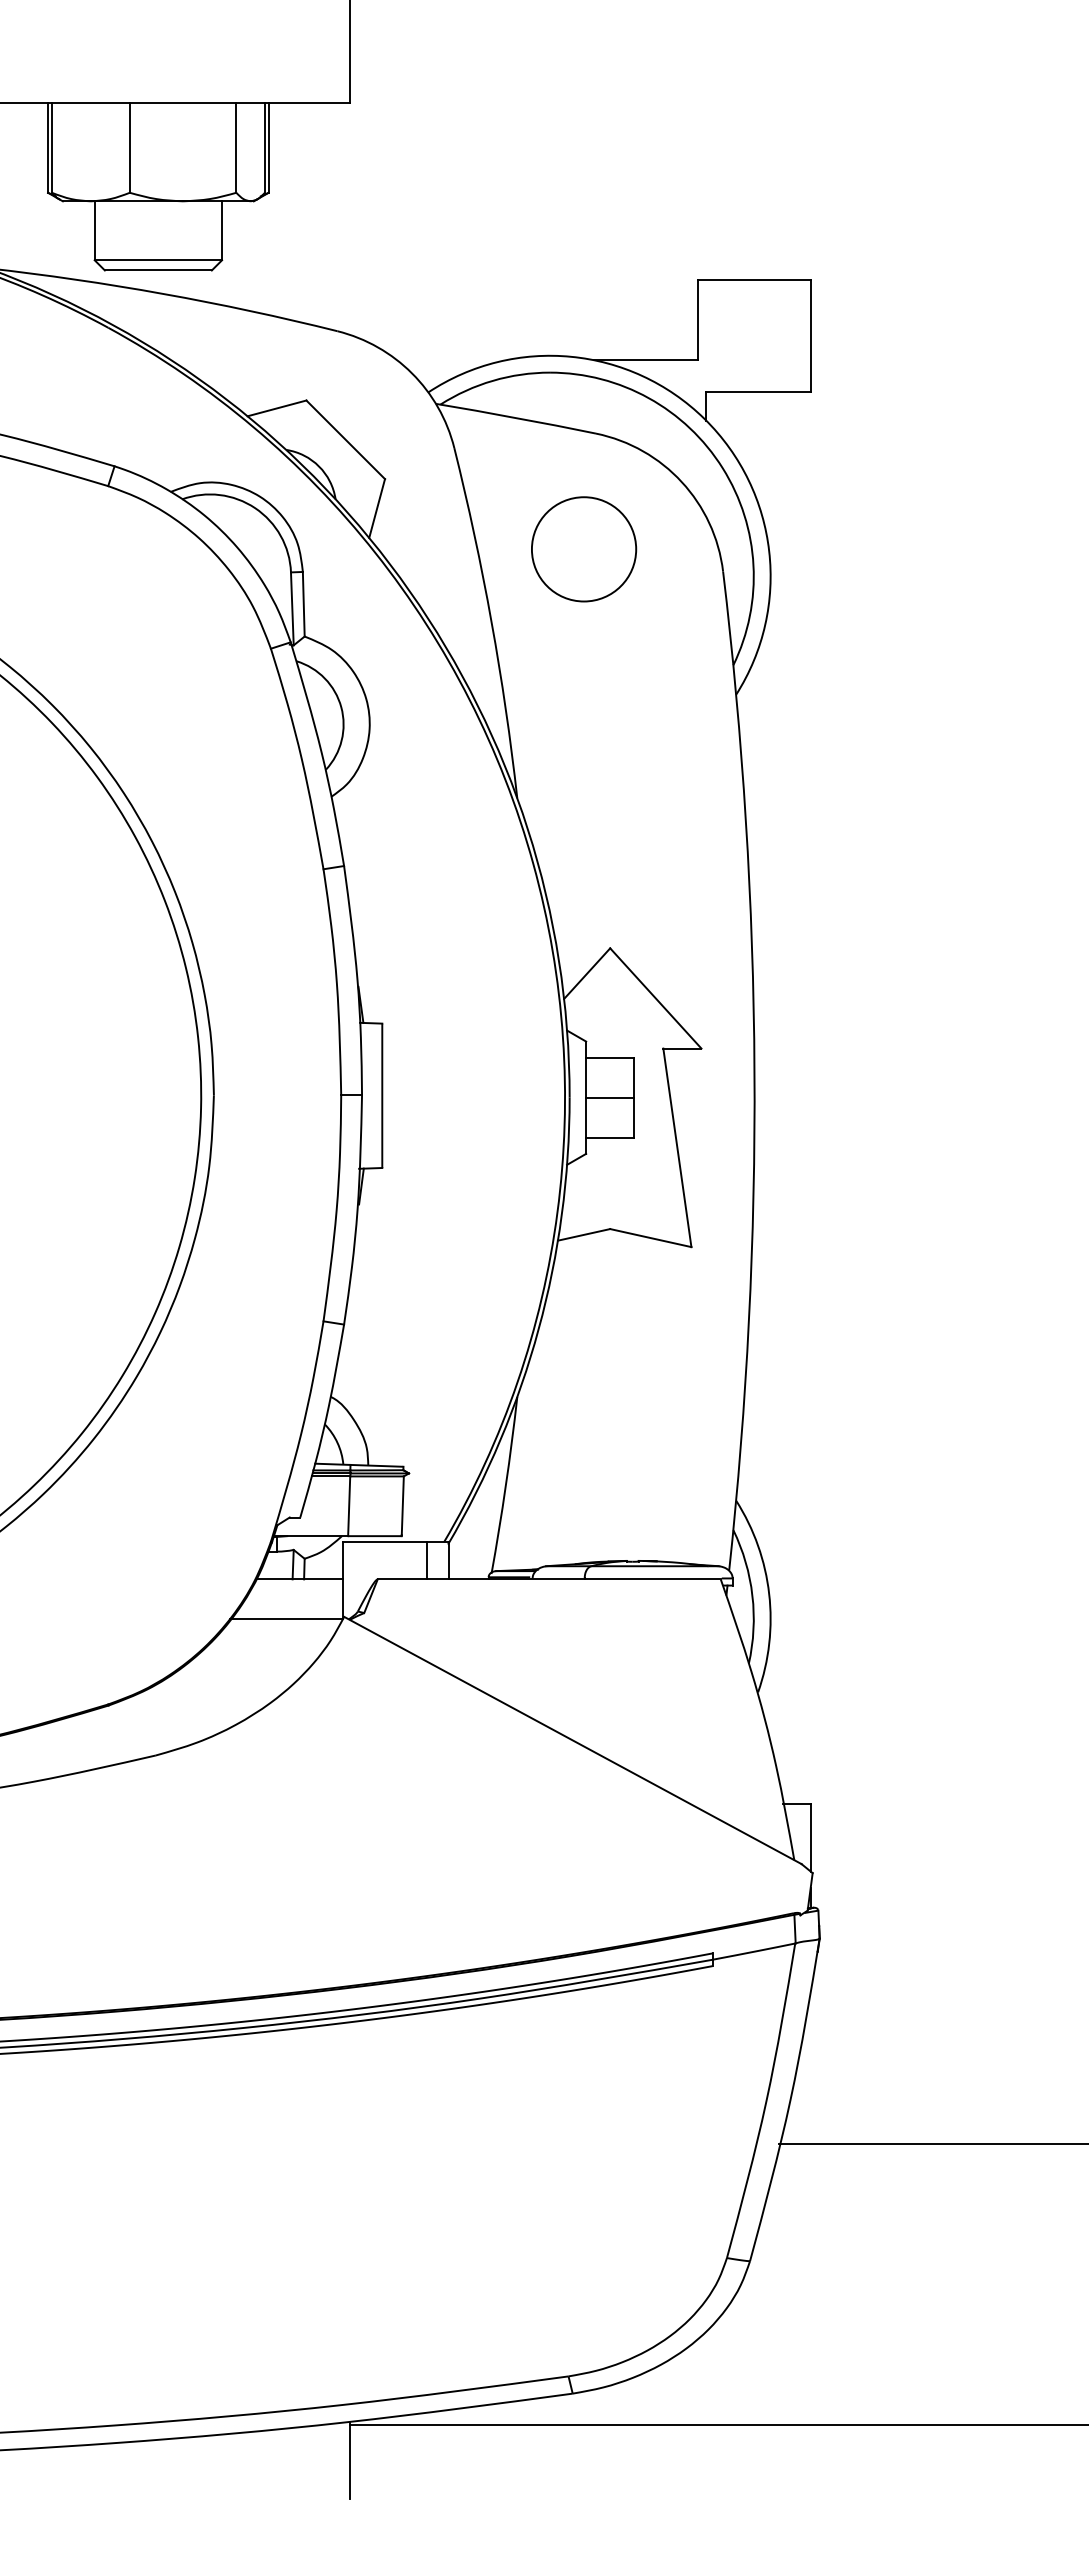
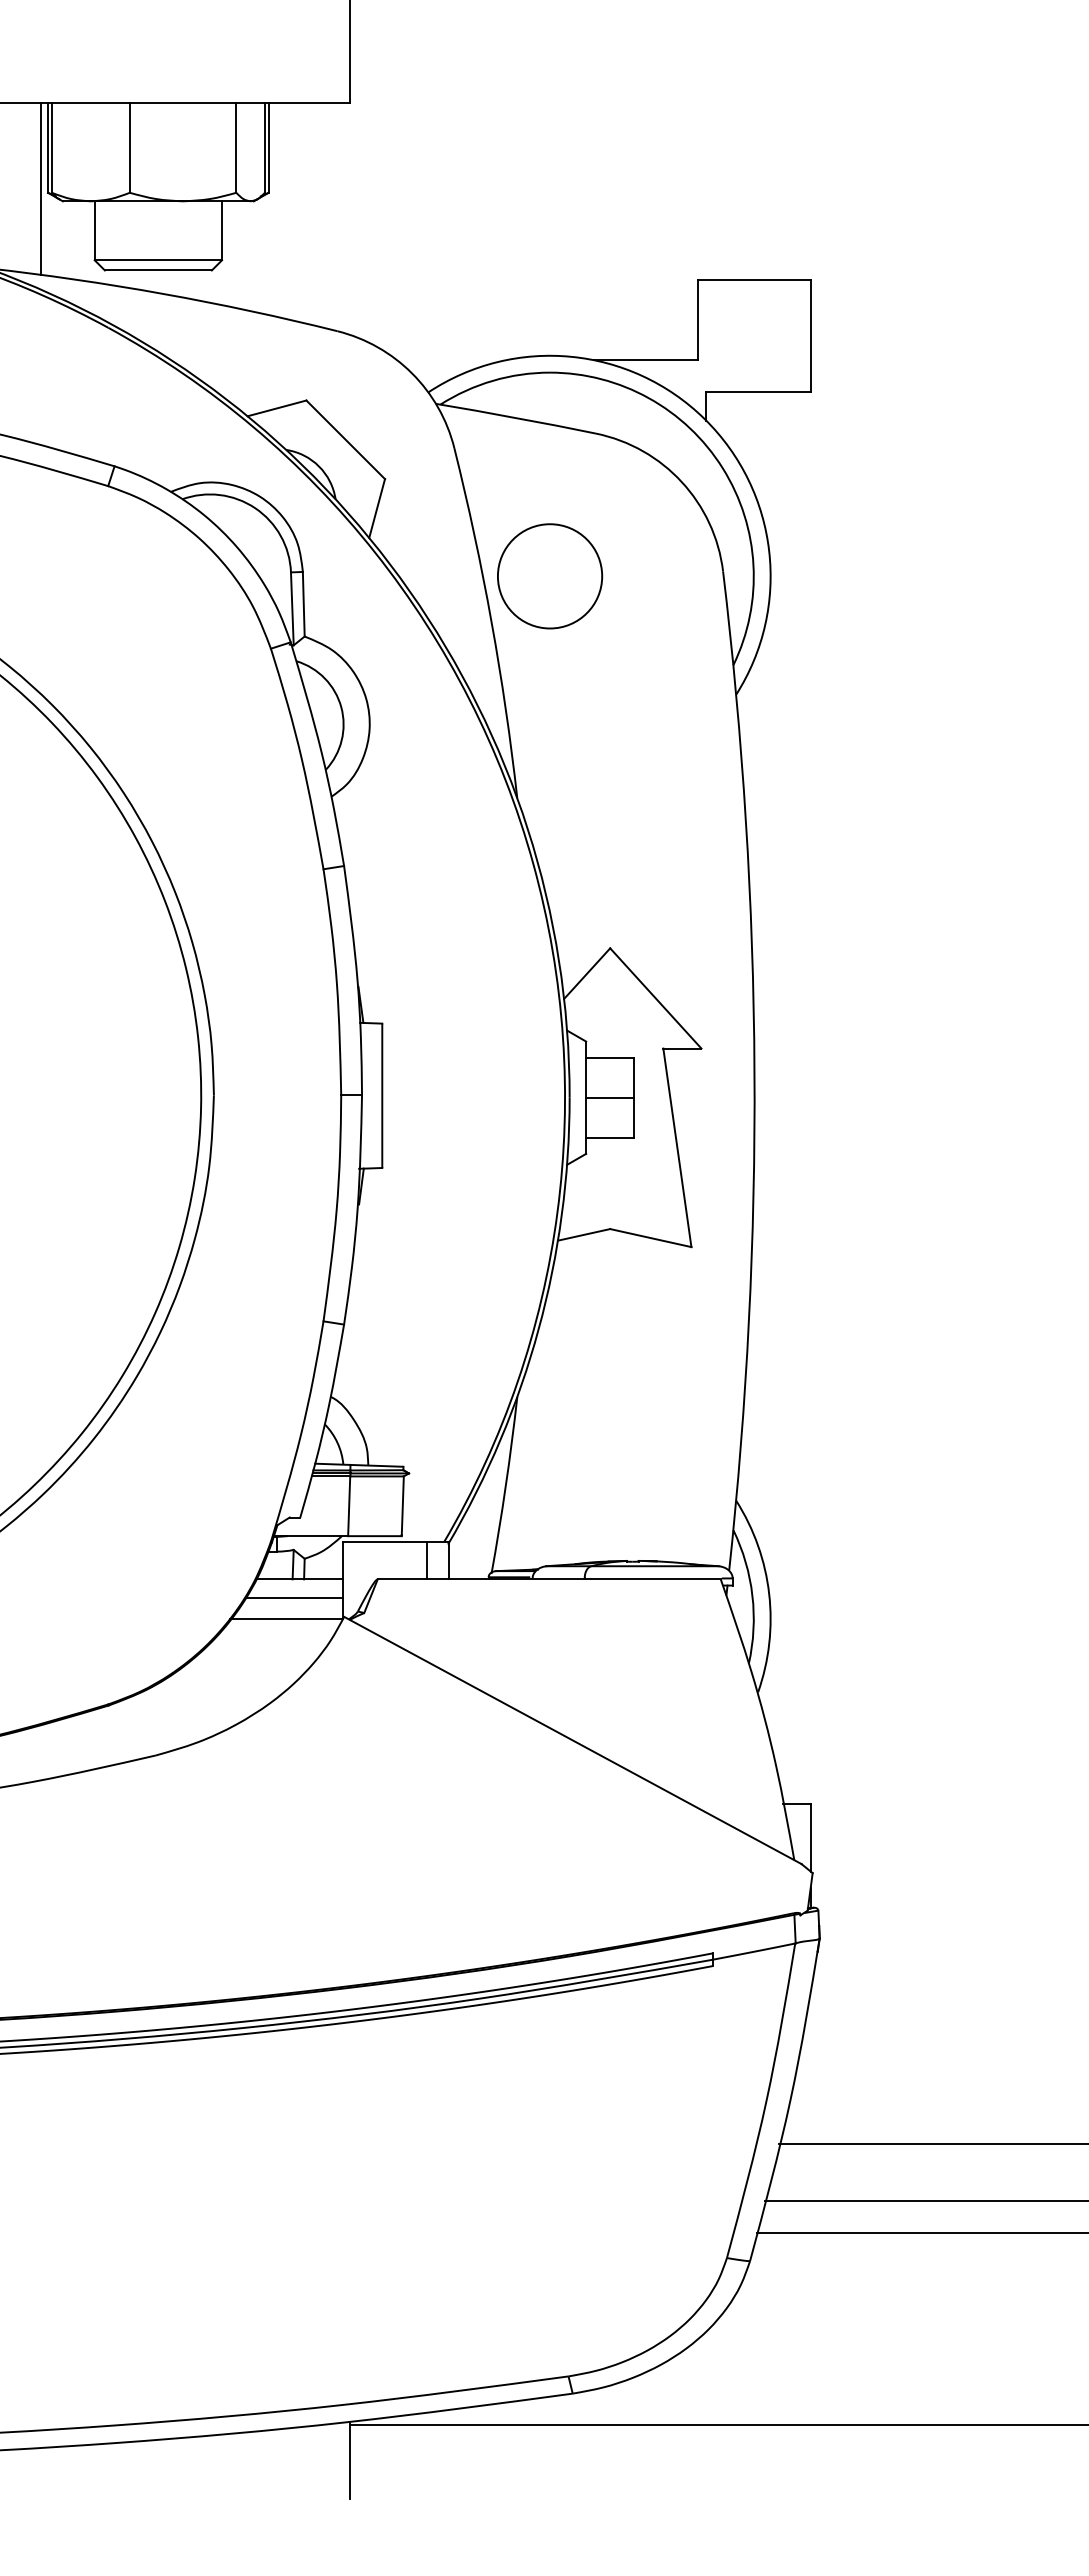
line at (40, 188): none -> present
circle at (584, 549) position: (584, 549) -> (550, 576)
line at (294, 1597): none -> present
line at (925, 2200): none -> present
line at (921, 2232): none -> present
